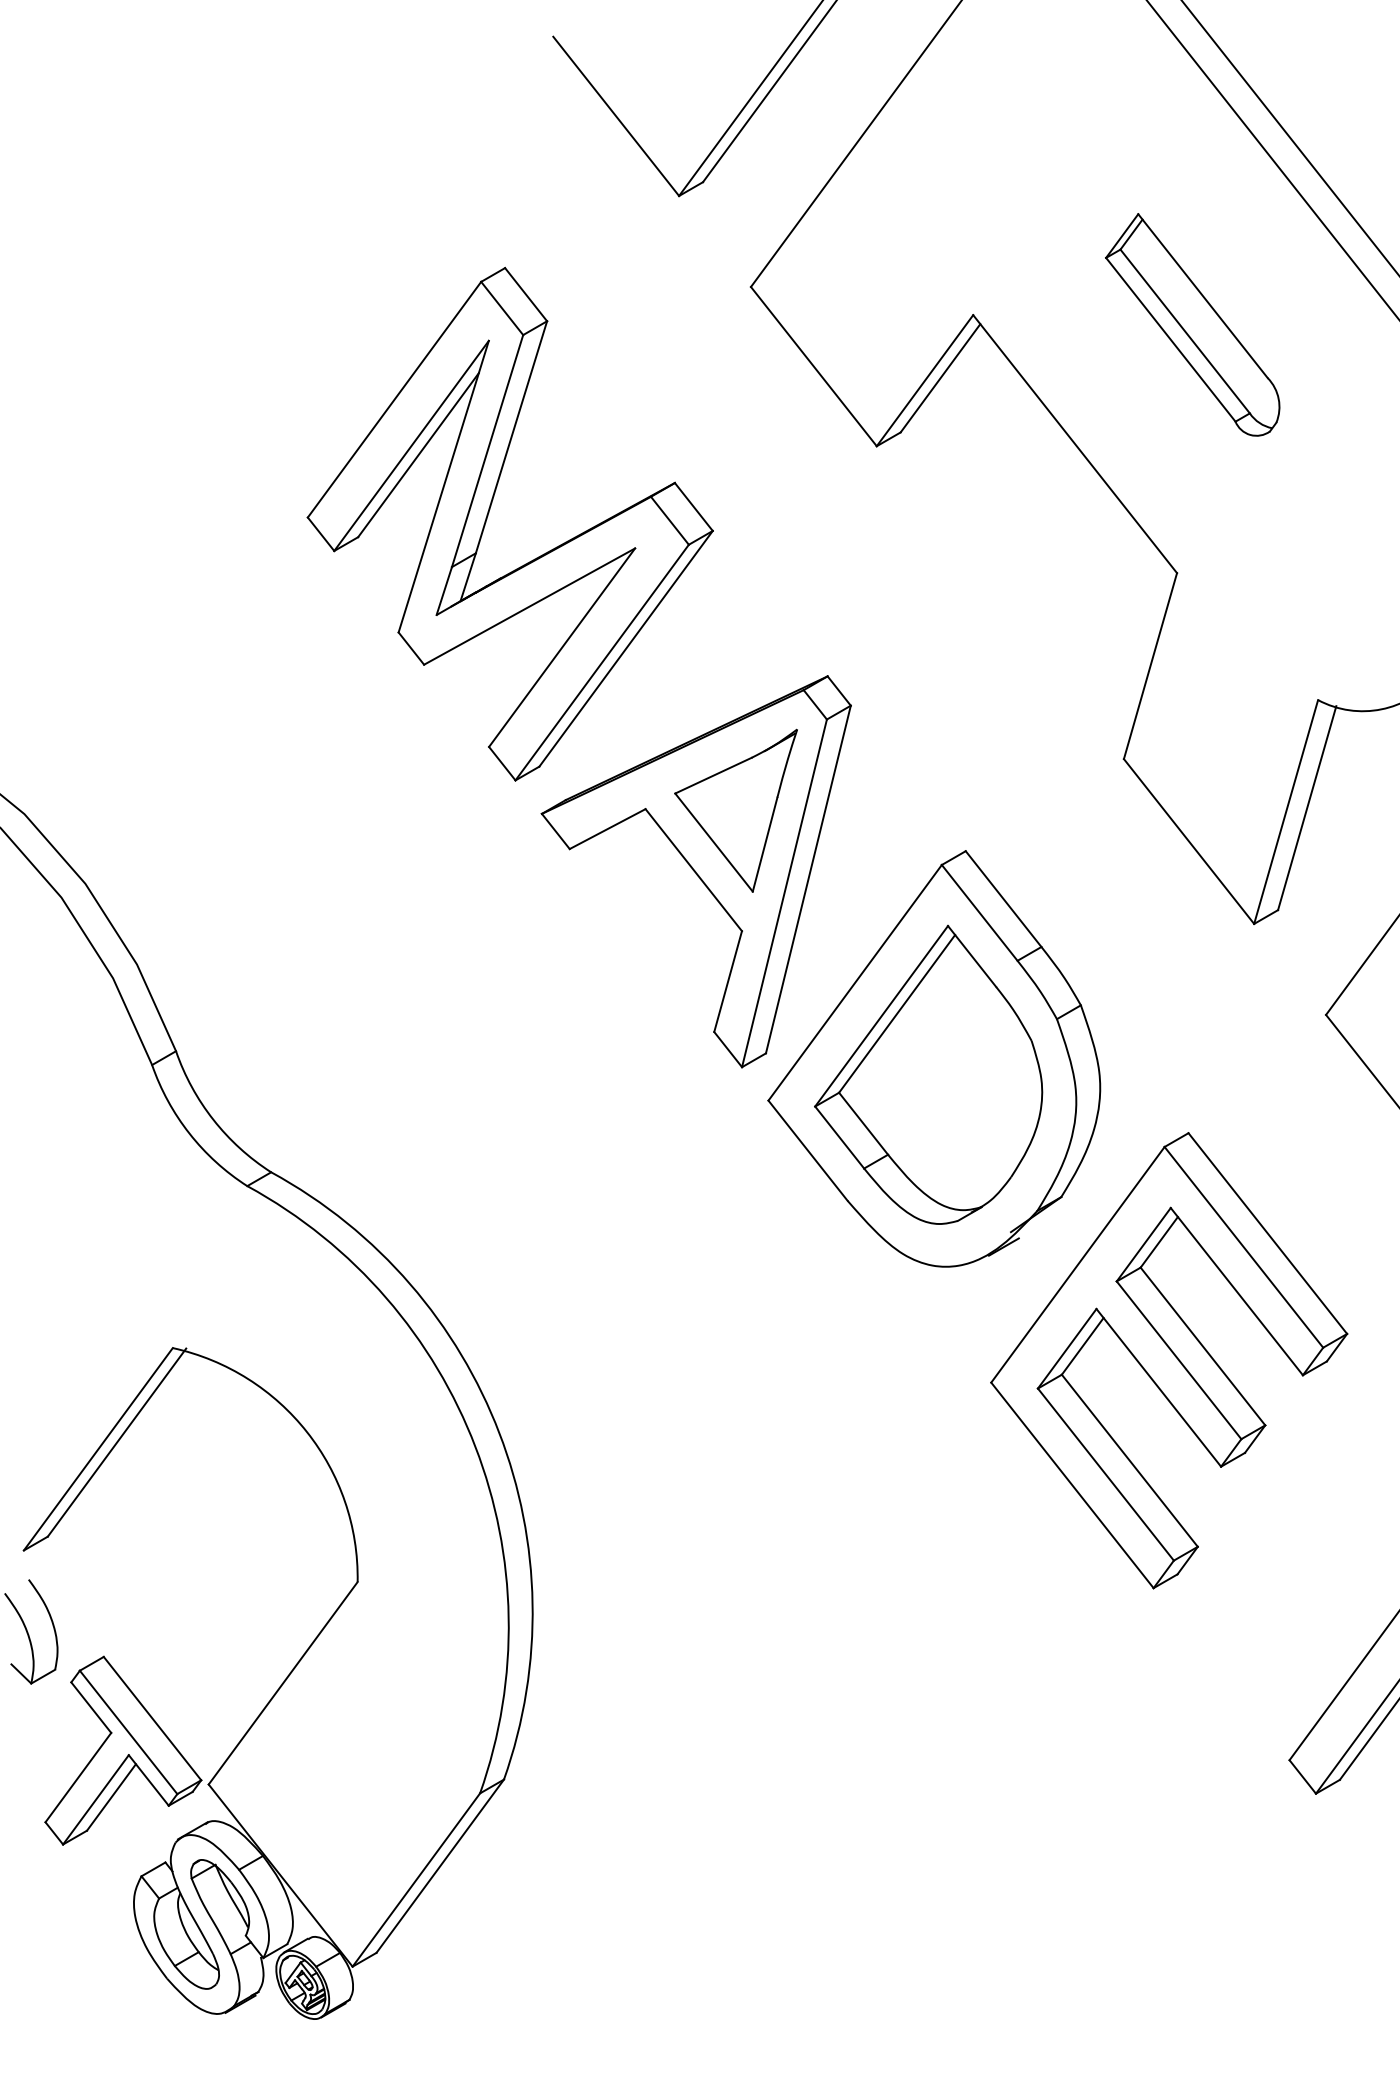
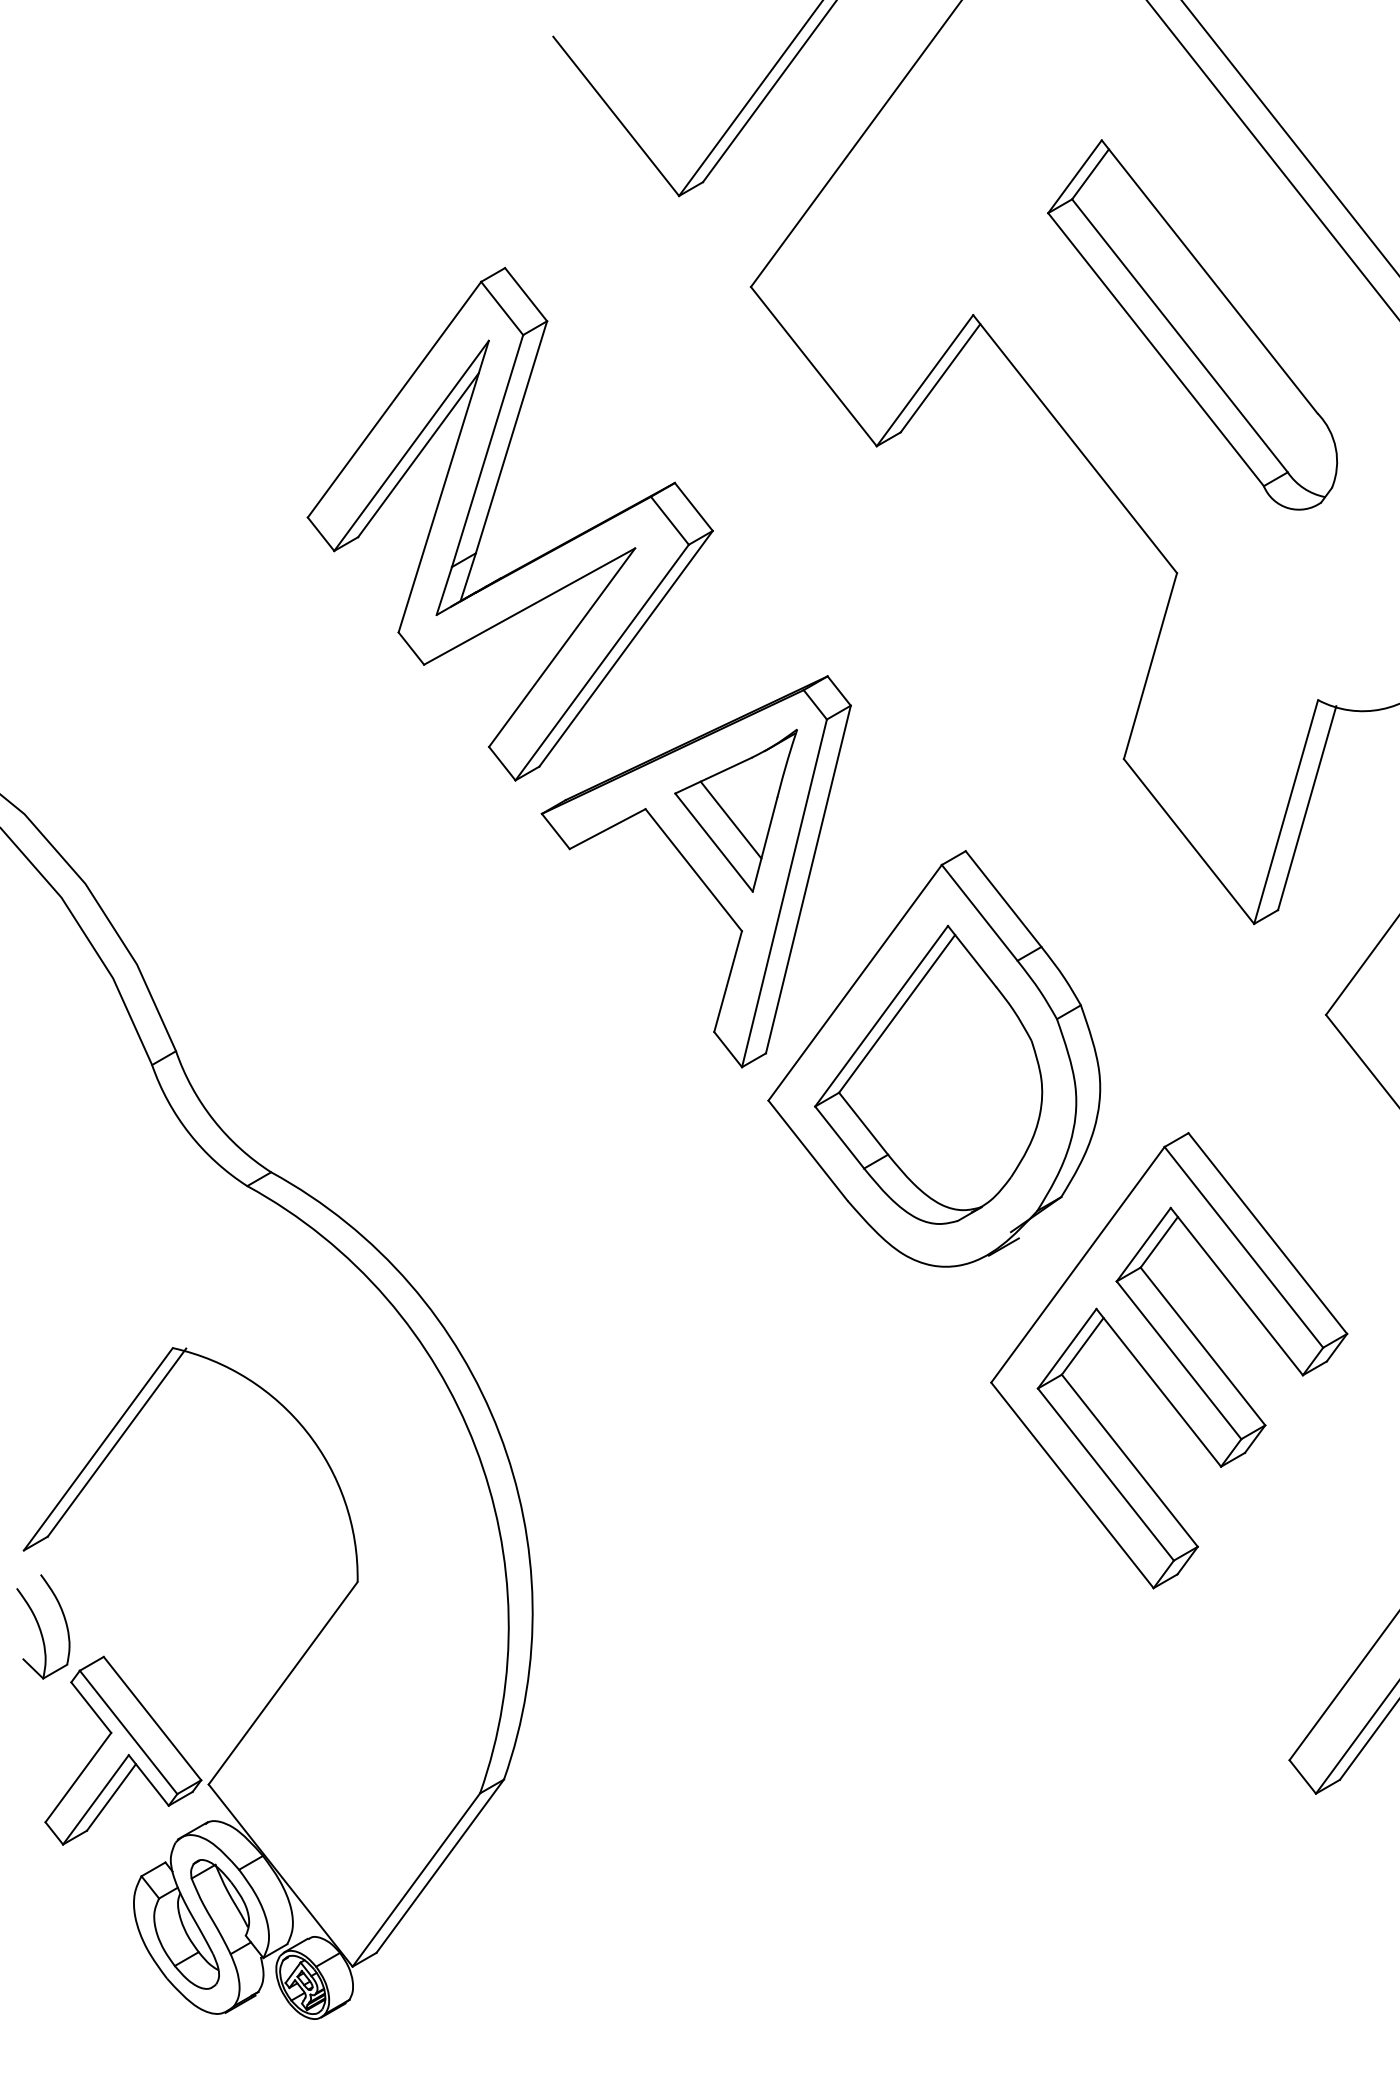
part at (1192, 324) size: 176x224 px -> 292x372 px
line at (730, 819): none -> present
part at (31, 1631) position: (31, 1631) -> (43, 1626)
